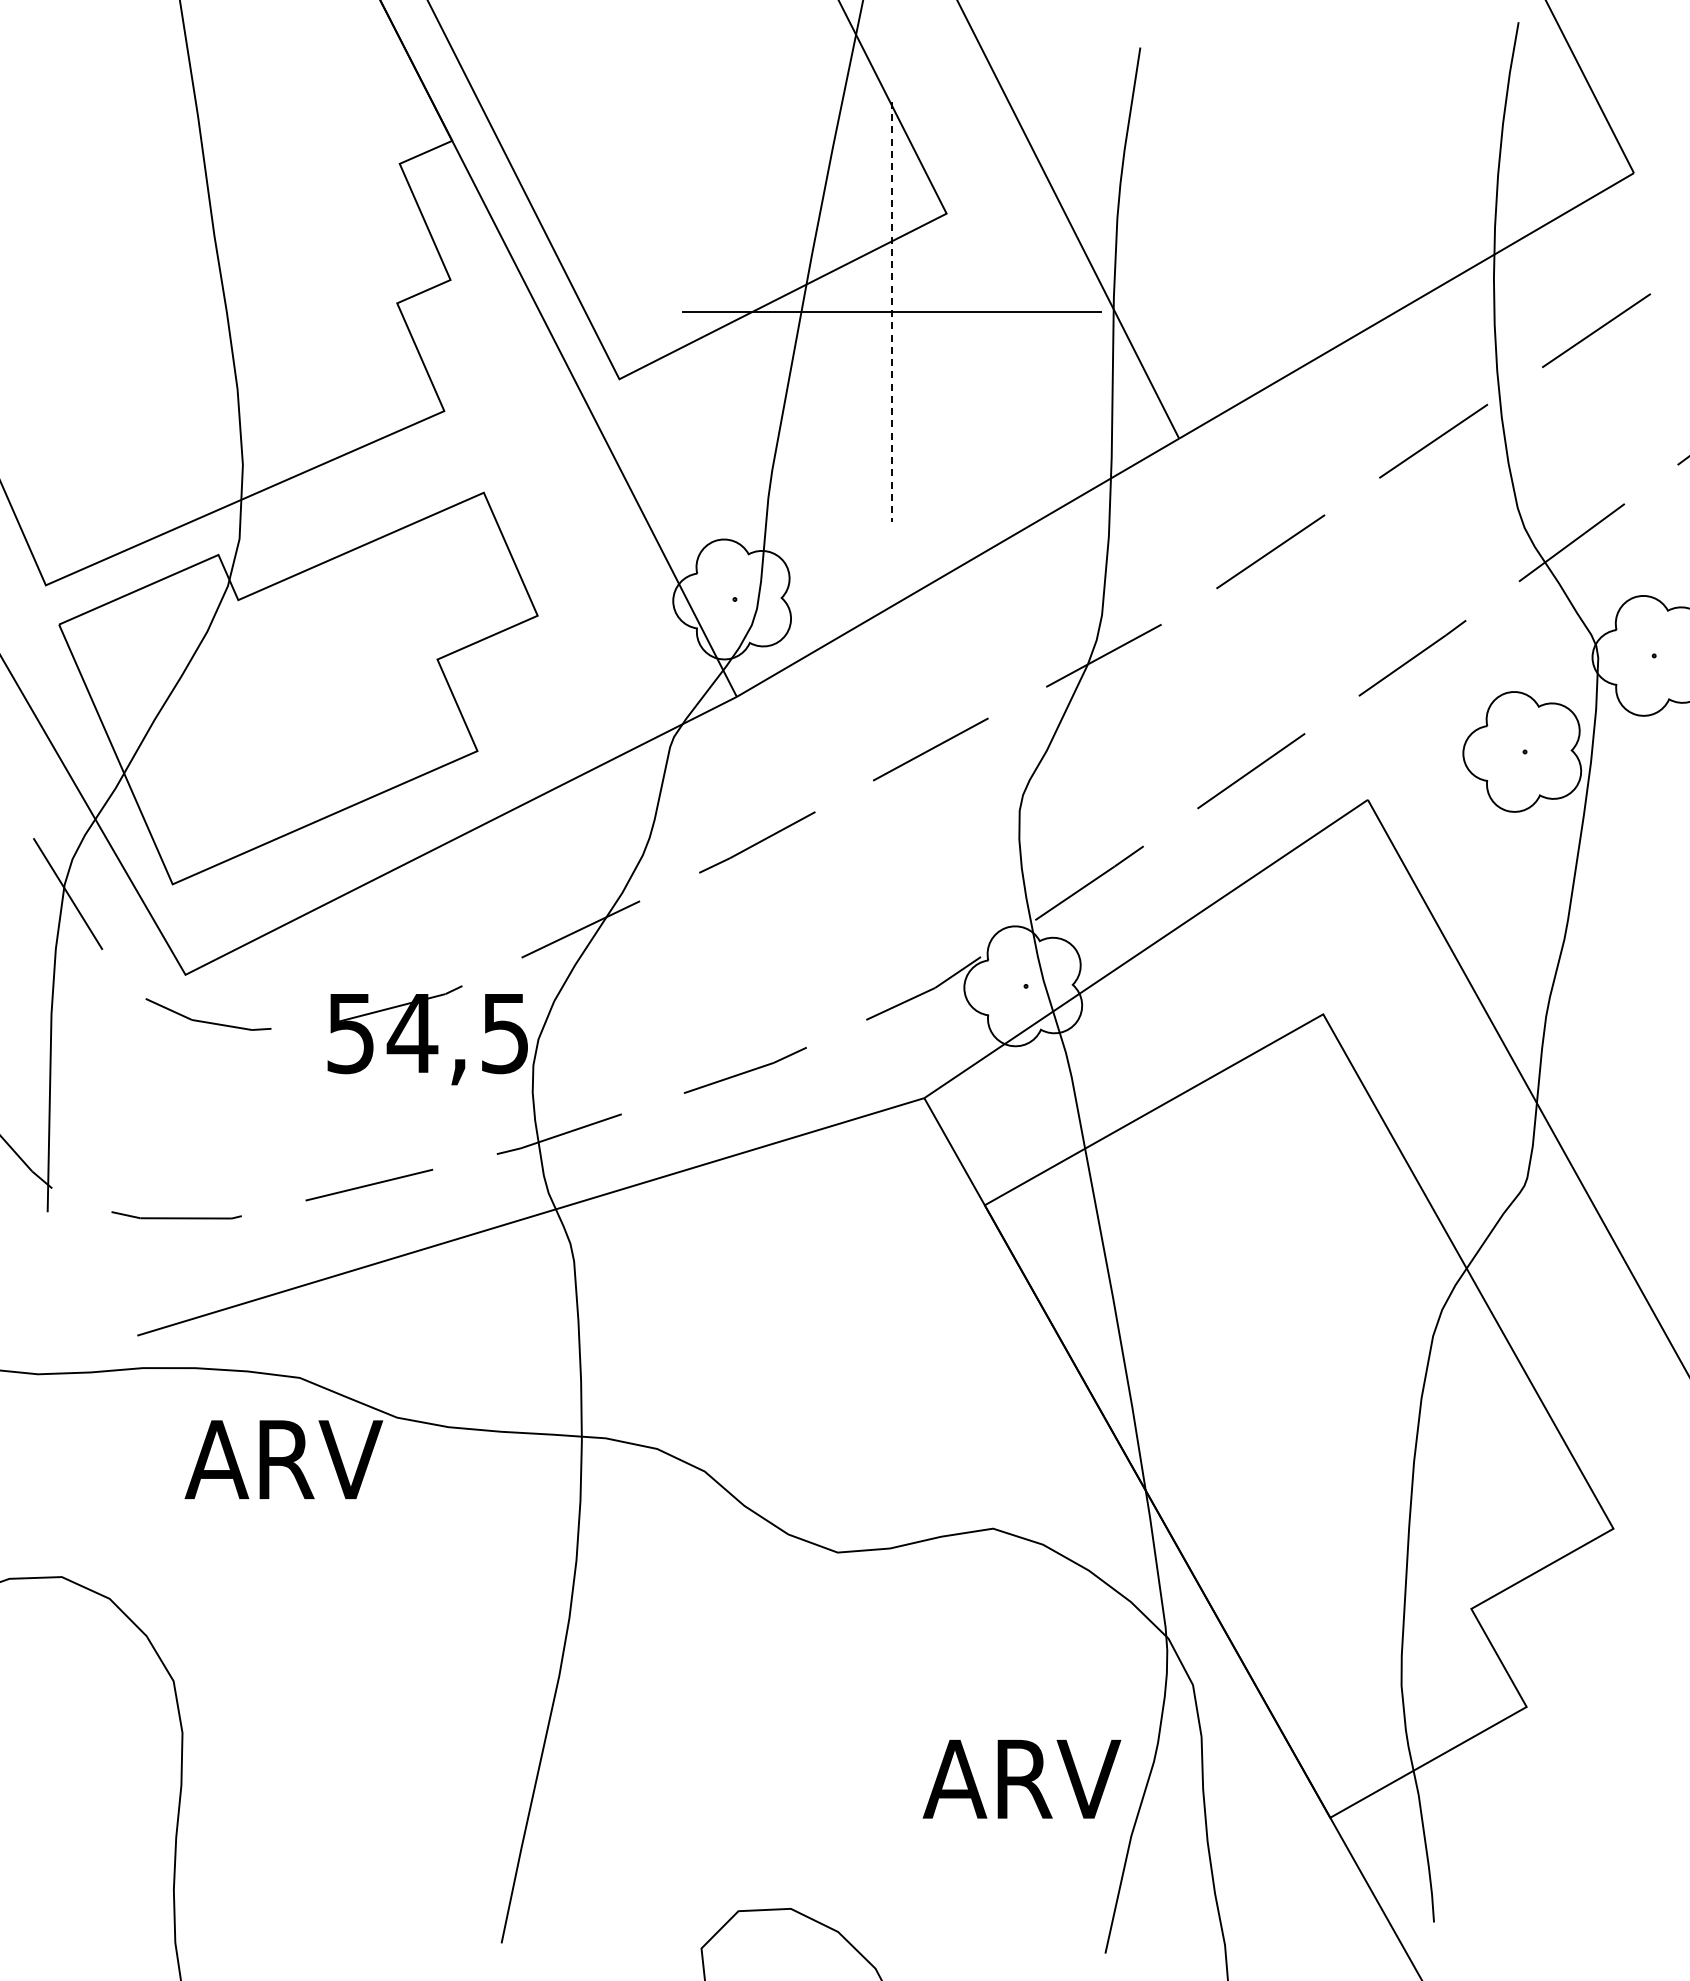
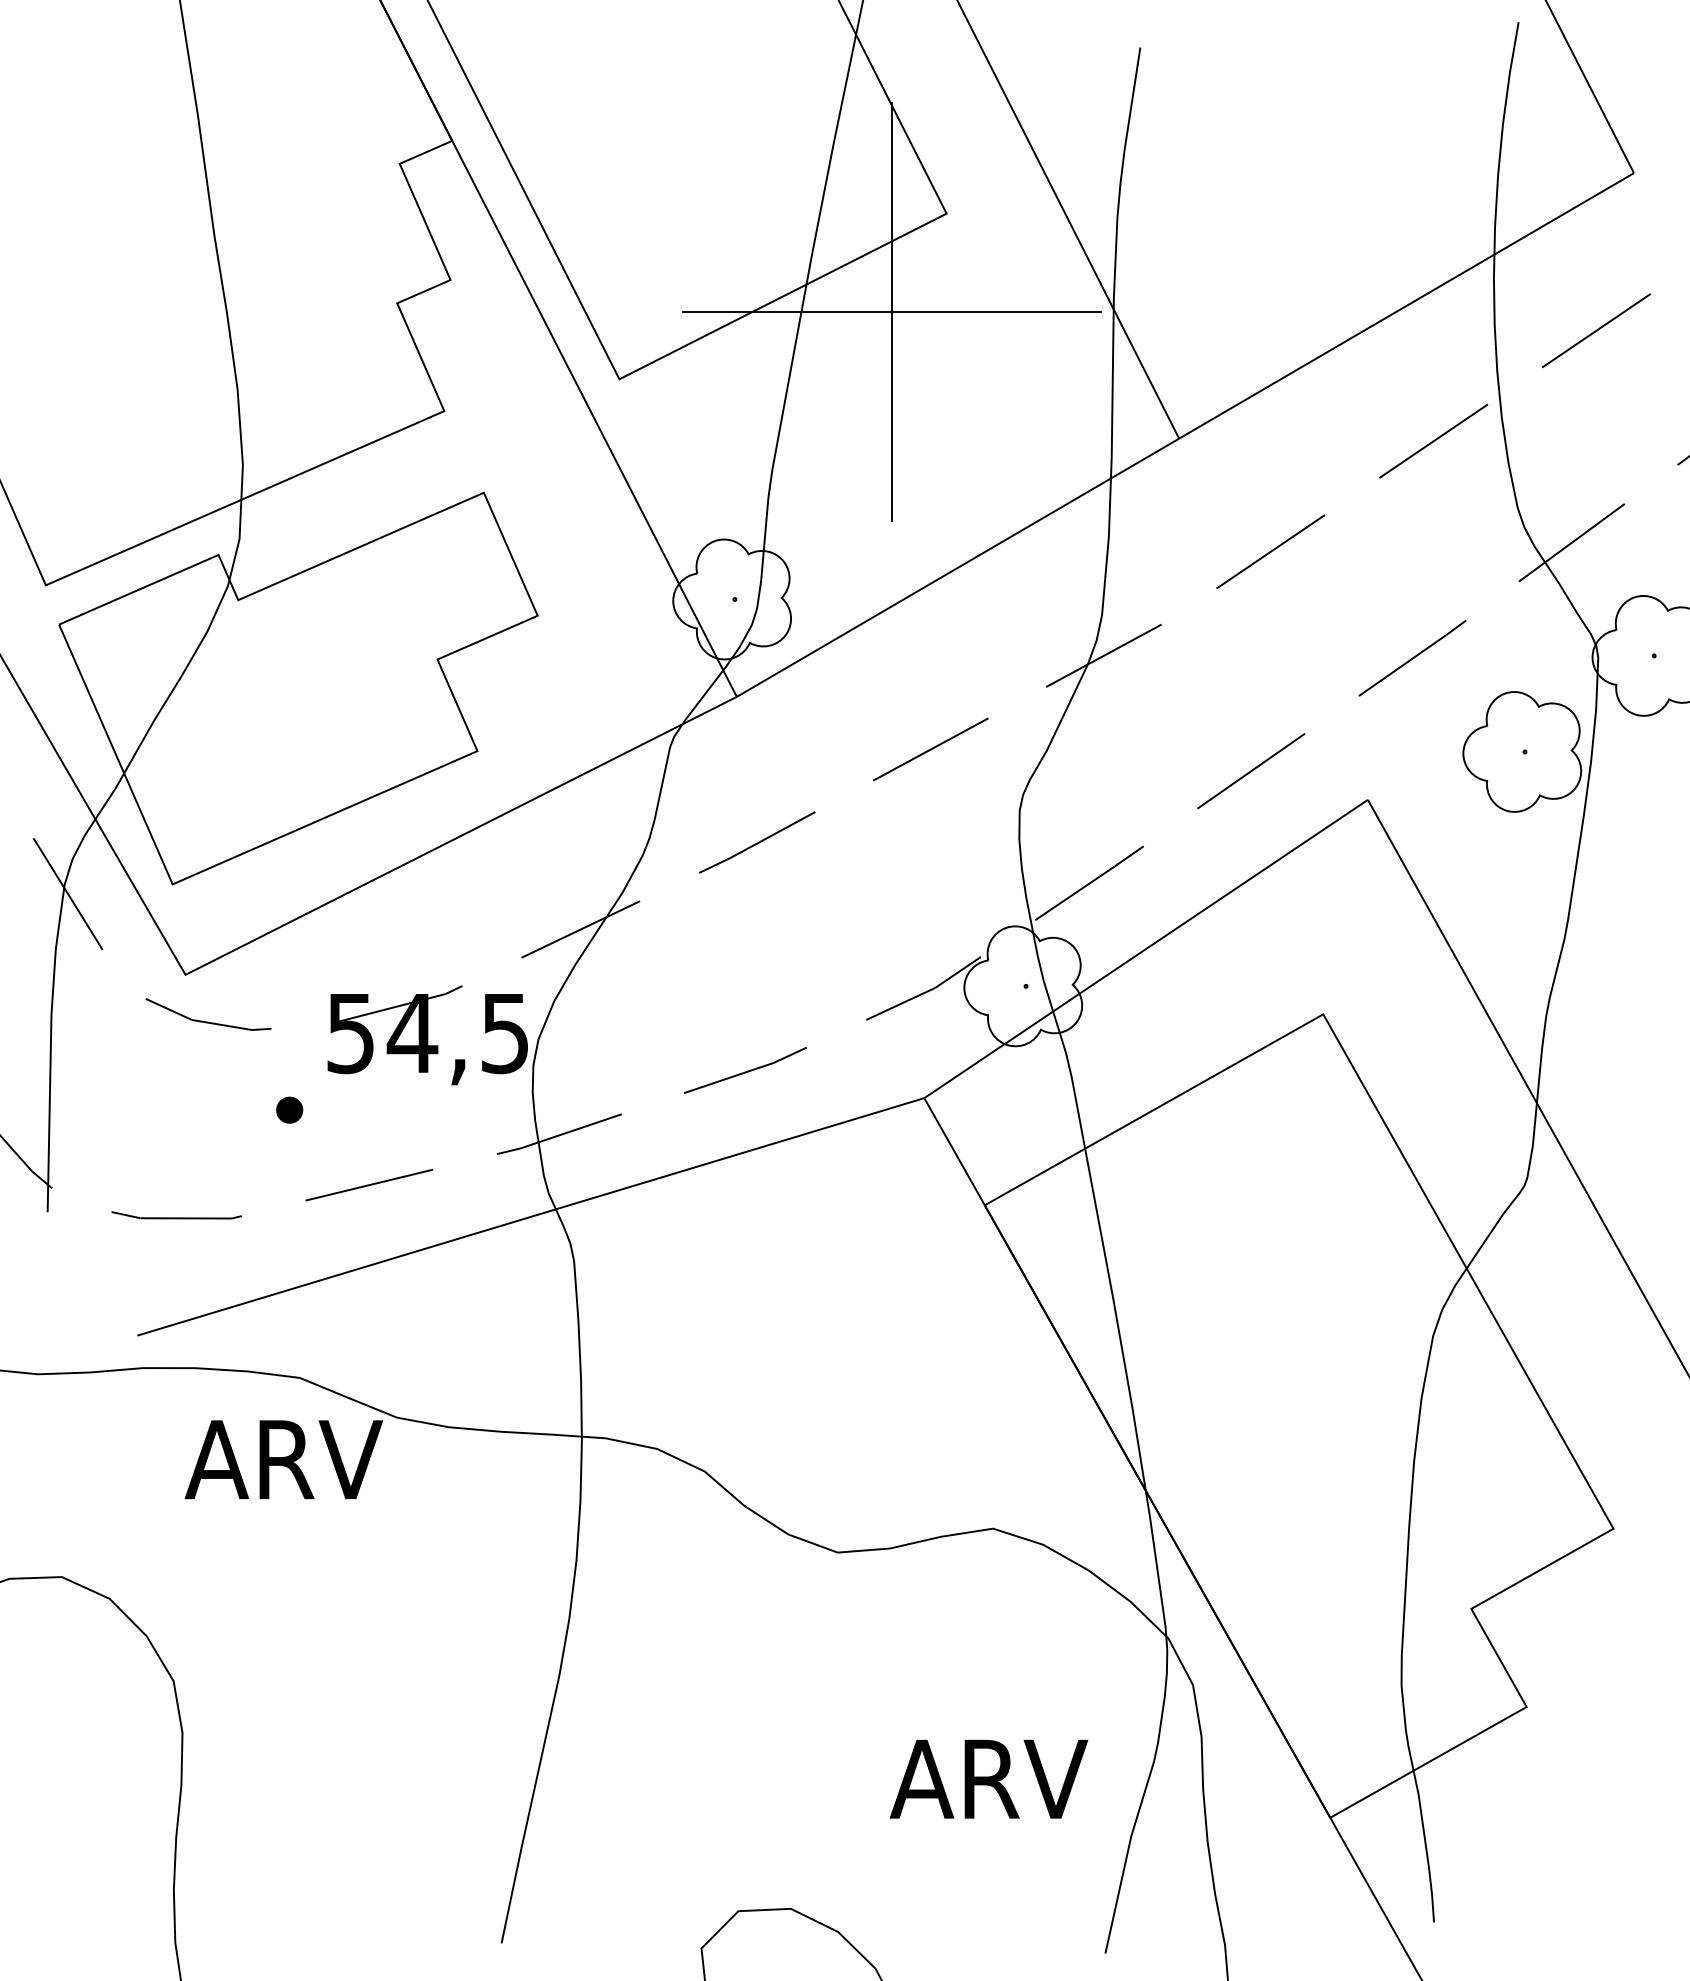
line at (892, 311): dashed -> solid
part at (289, 1109): none -> present
text at (1021, 1779) position: (1021, 1779) -> (988, 1779)
